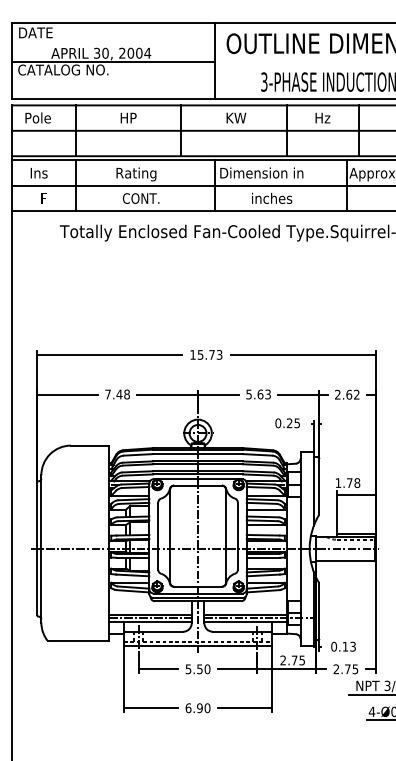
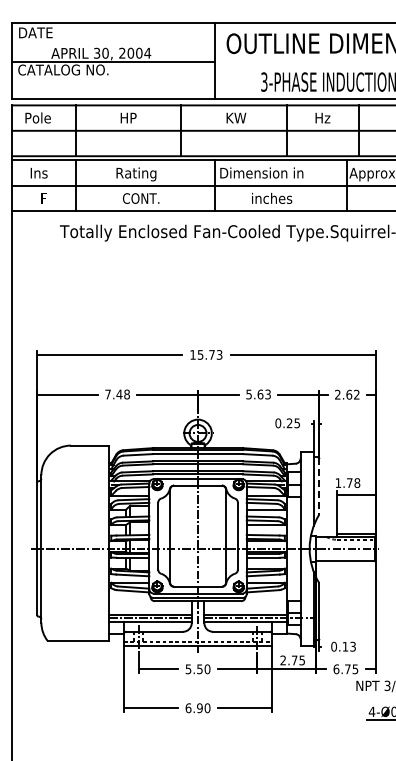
line at (319, 487): solid -> dashed
text at (336, 669): 2.75 -> 6.75
line at (370, 694): present -> none
